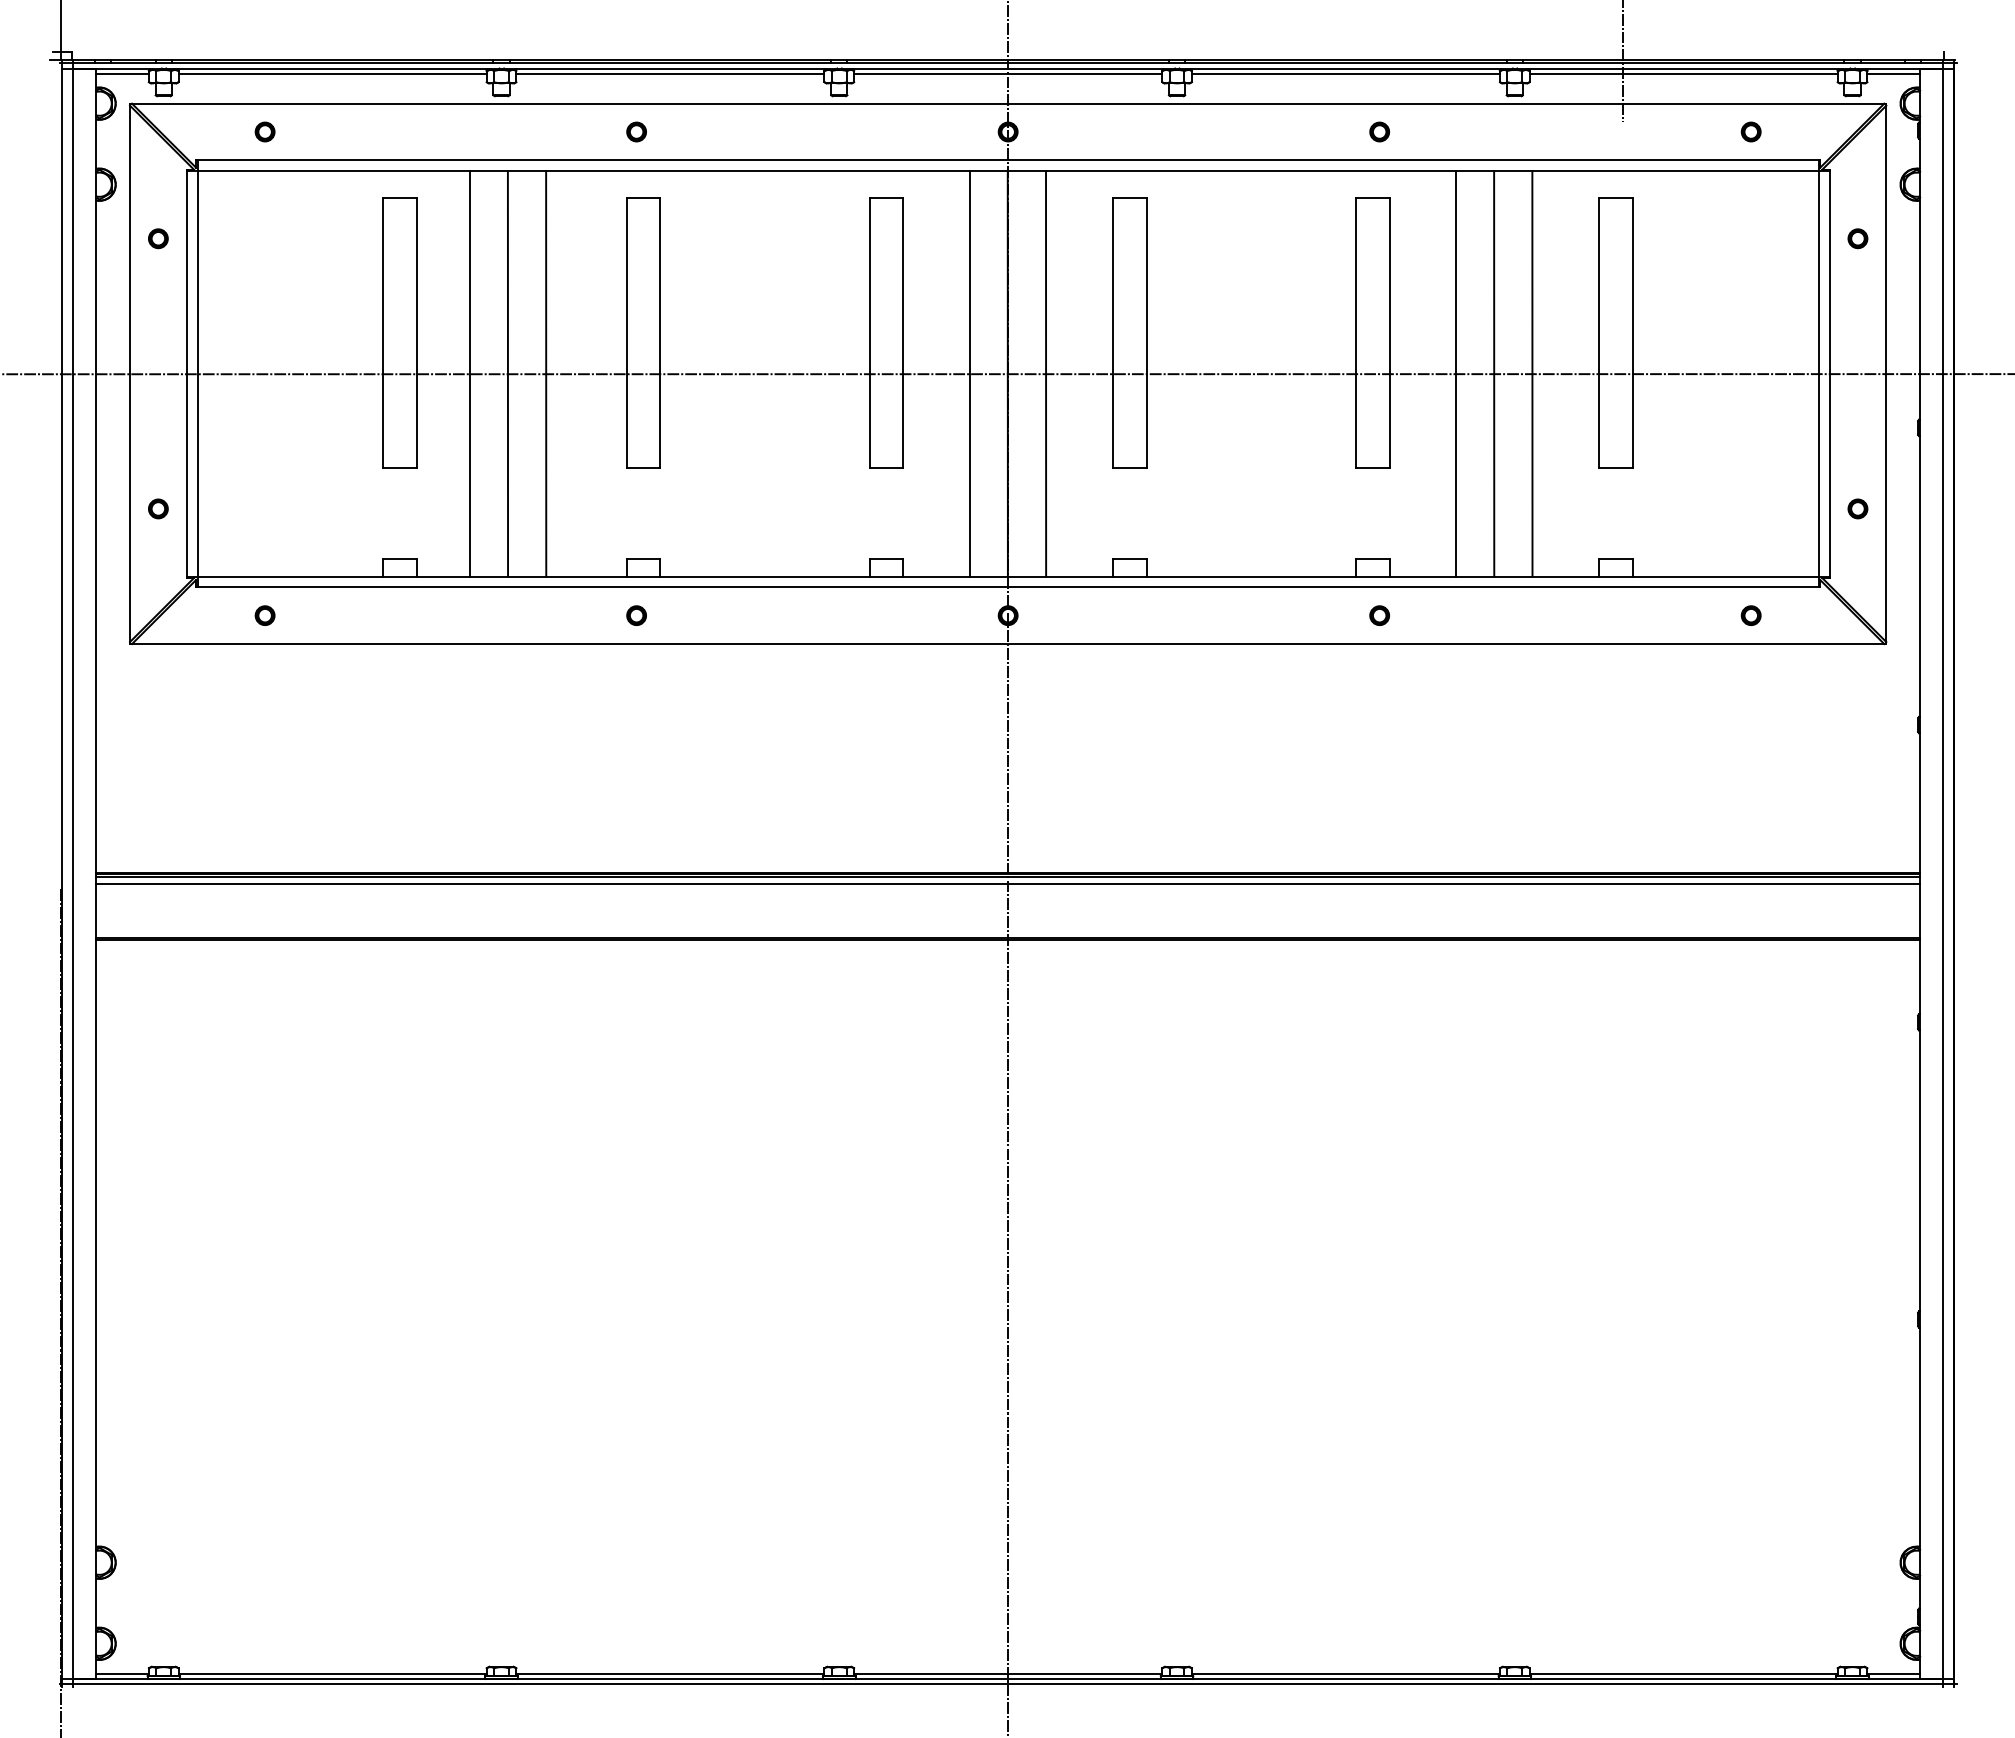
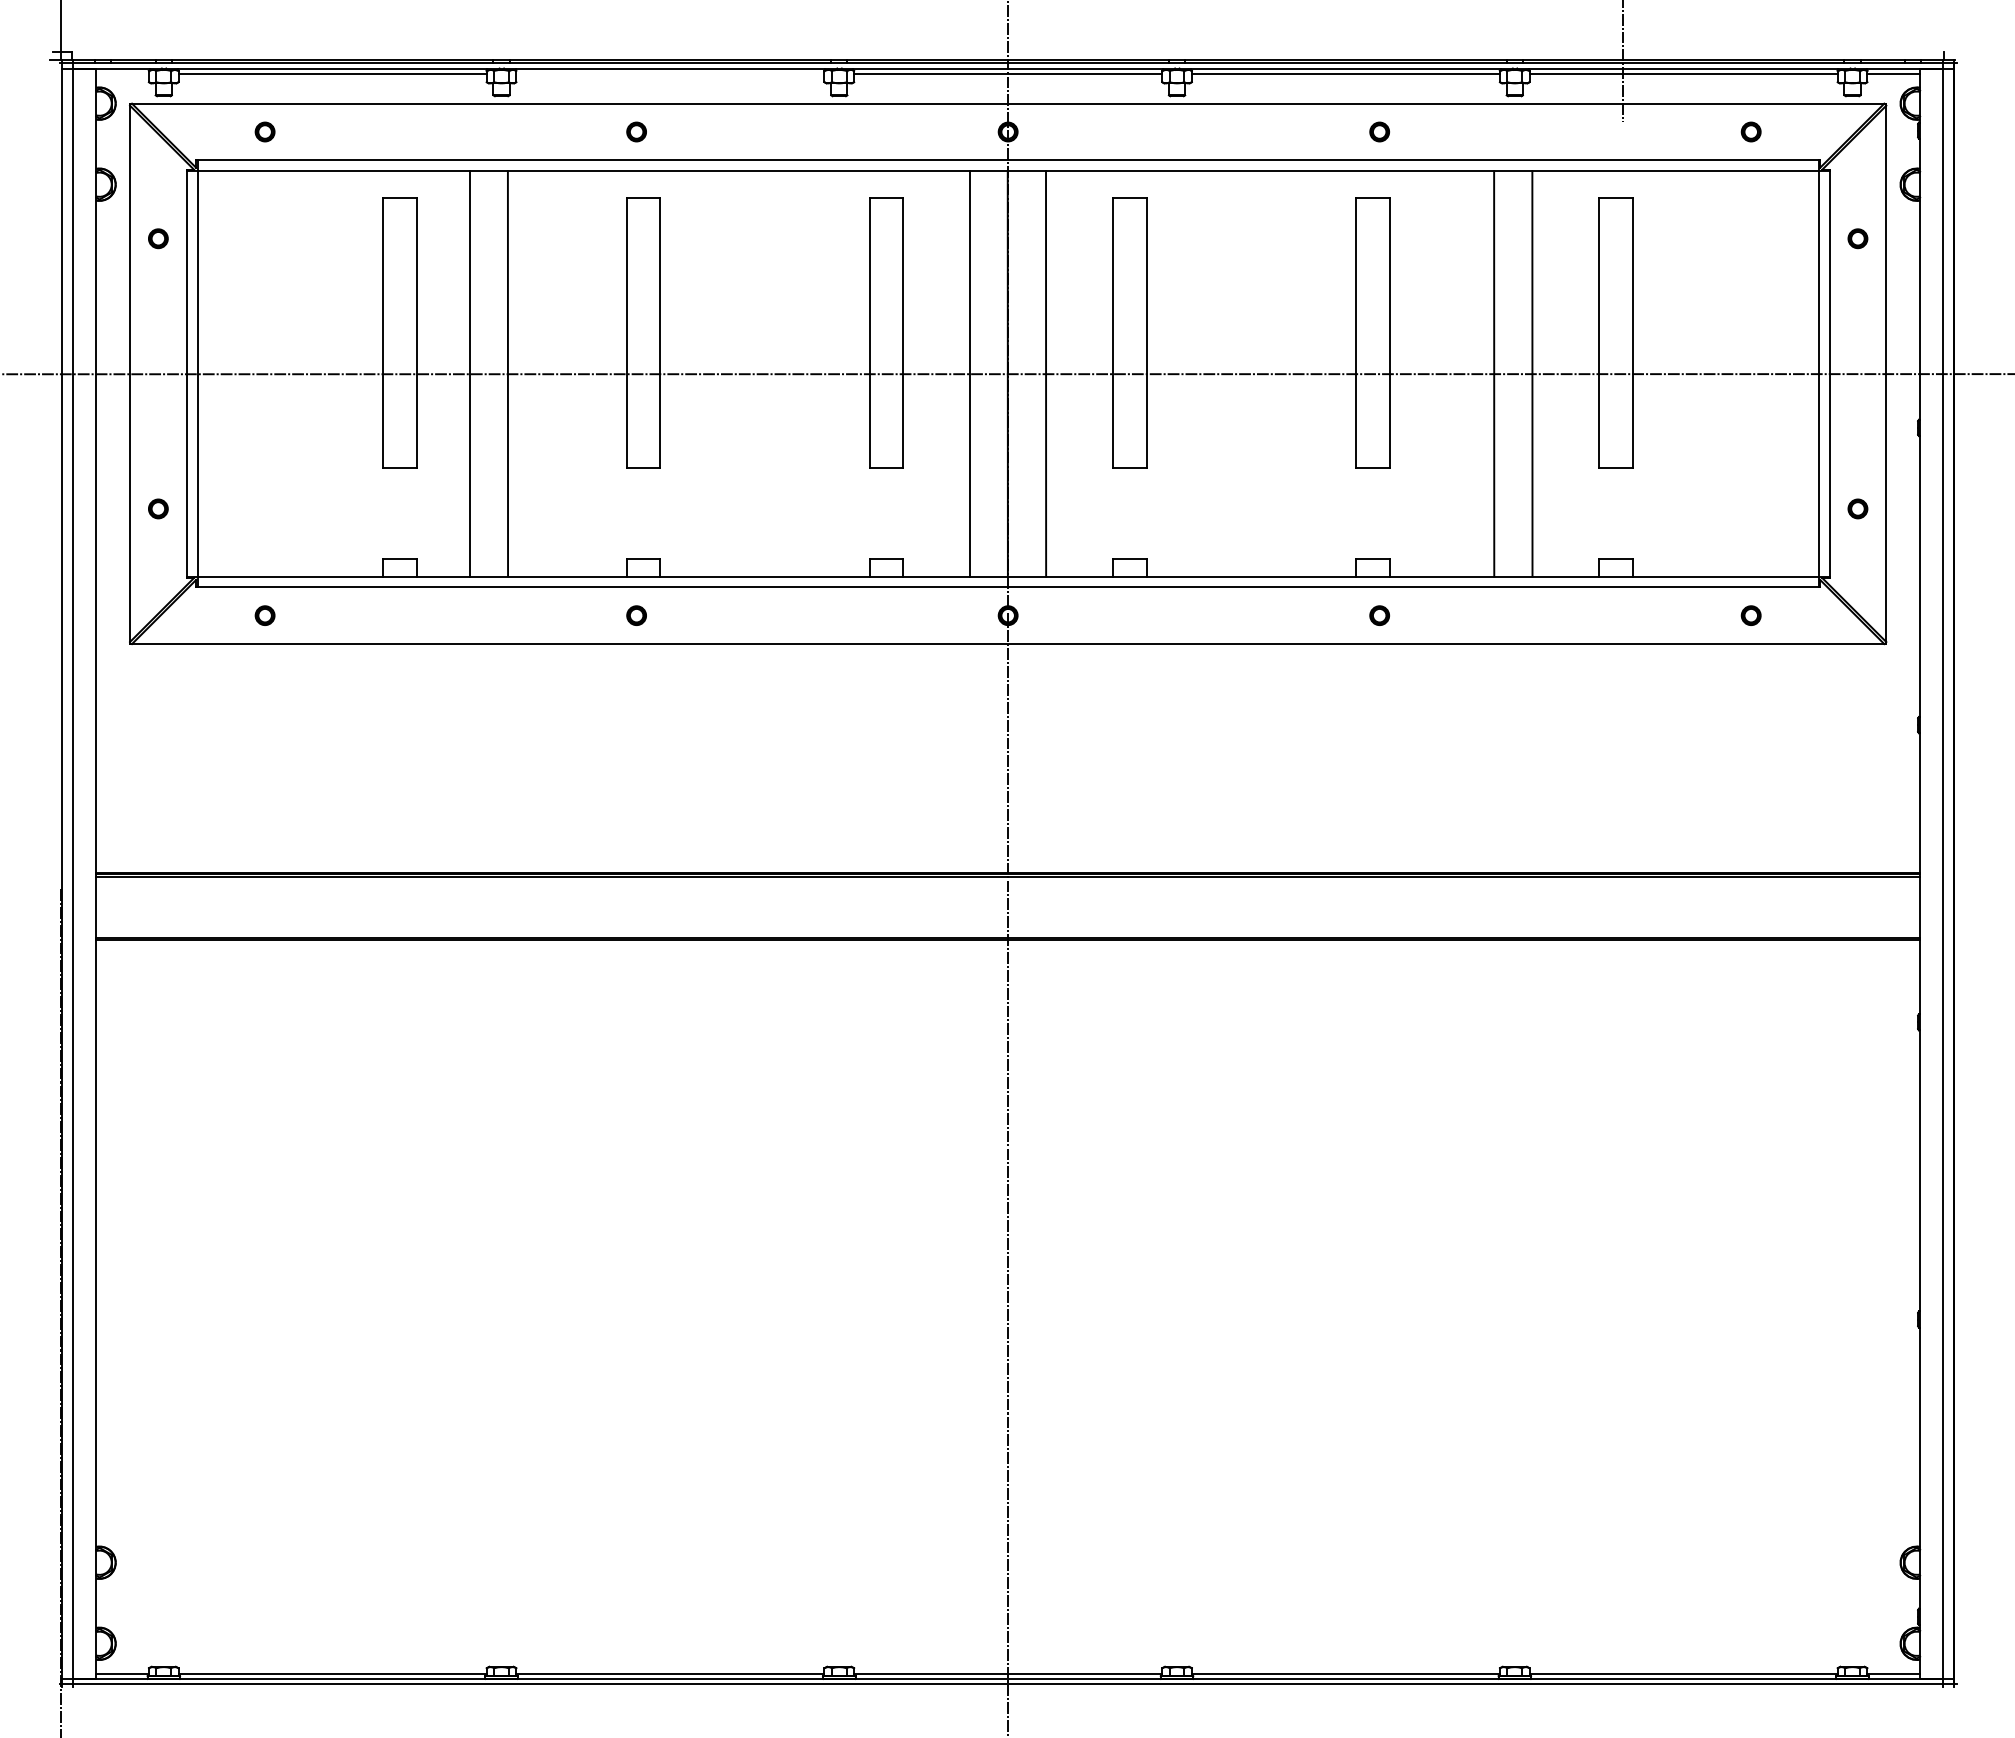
line at (122, 73): present -> none
line at (670, 73): present -> none
line at (546, 373): present -> none
line at (1456, 373): present -> none
line at (1008, 884): present -> none
